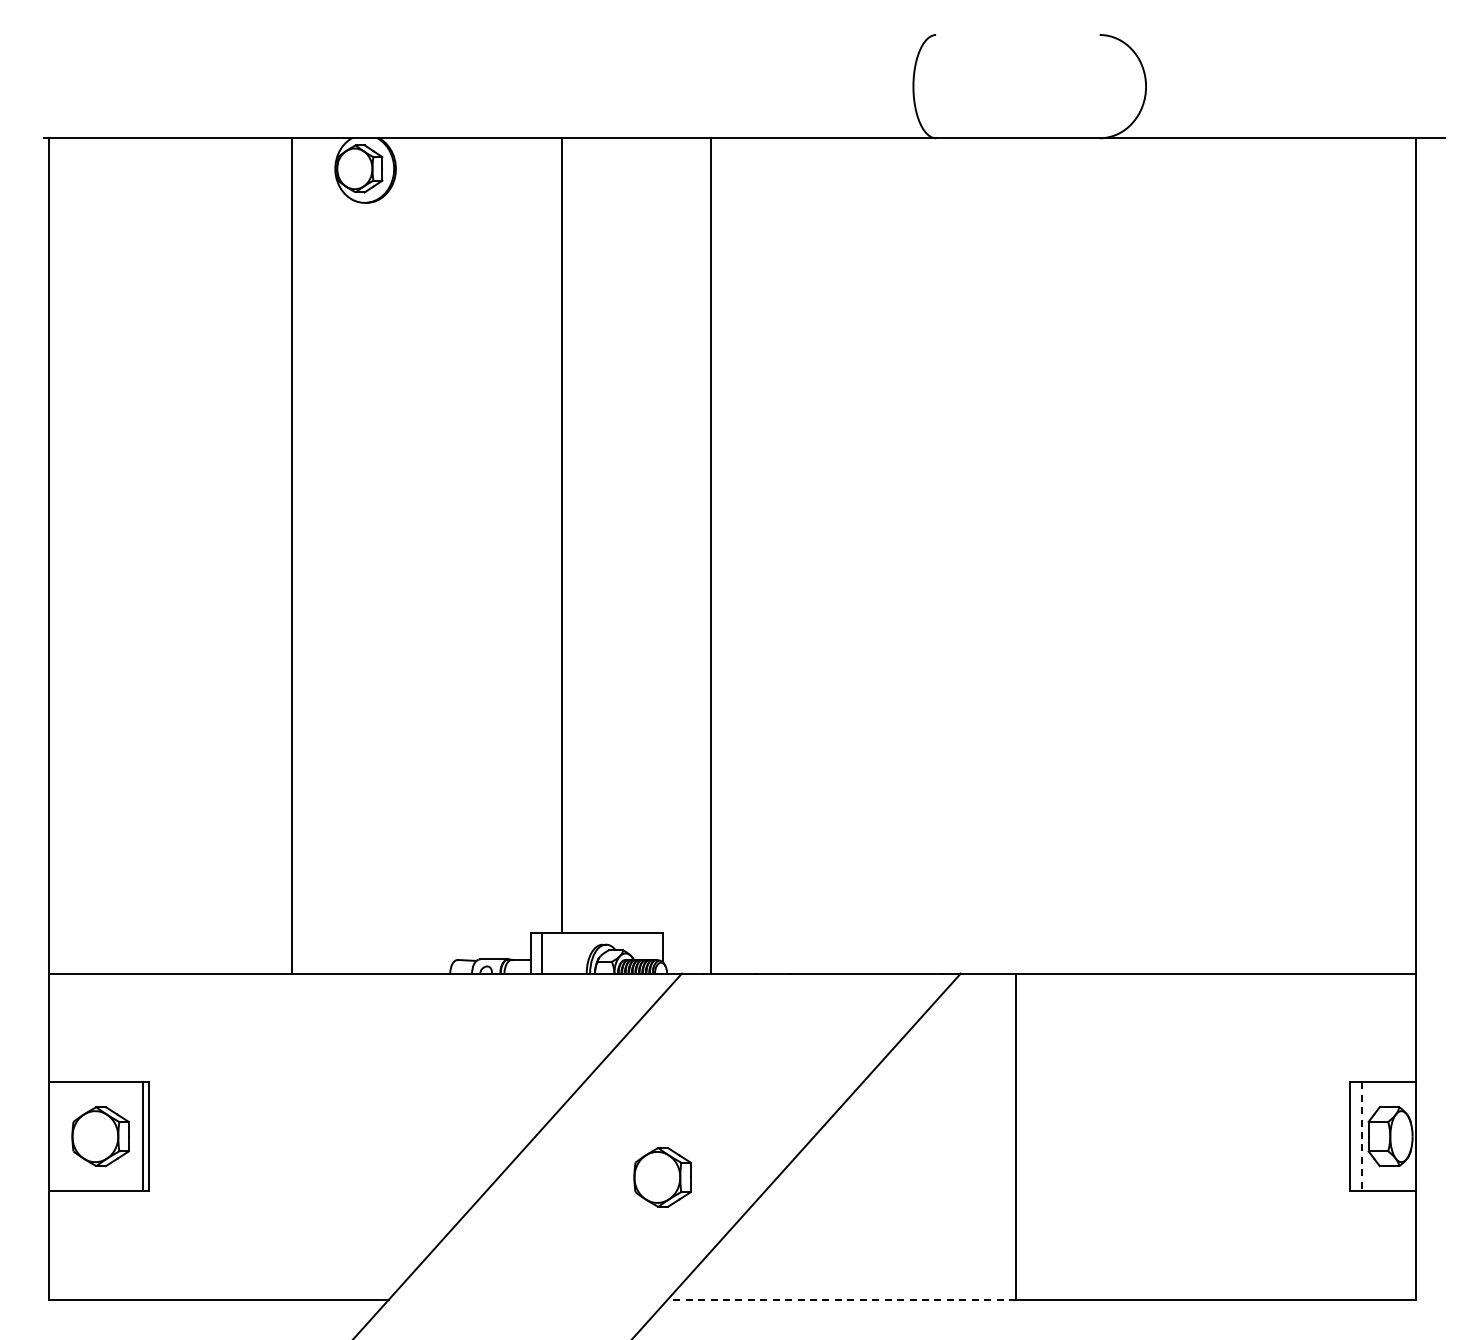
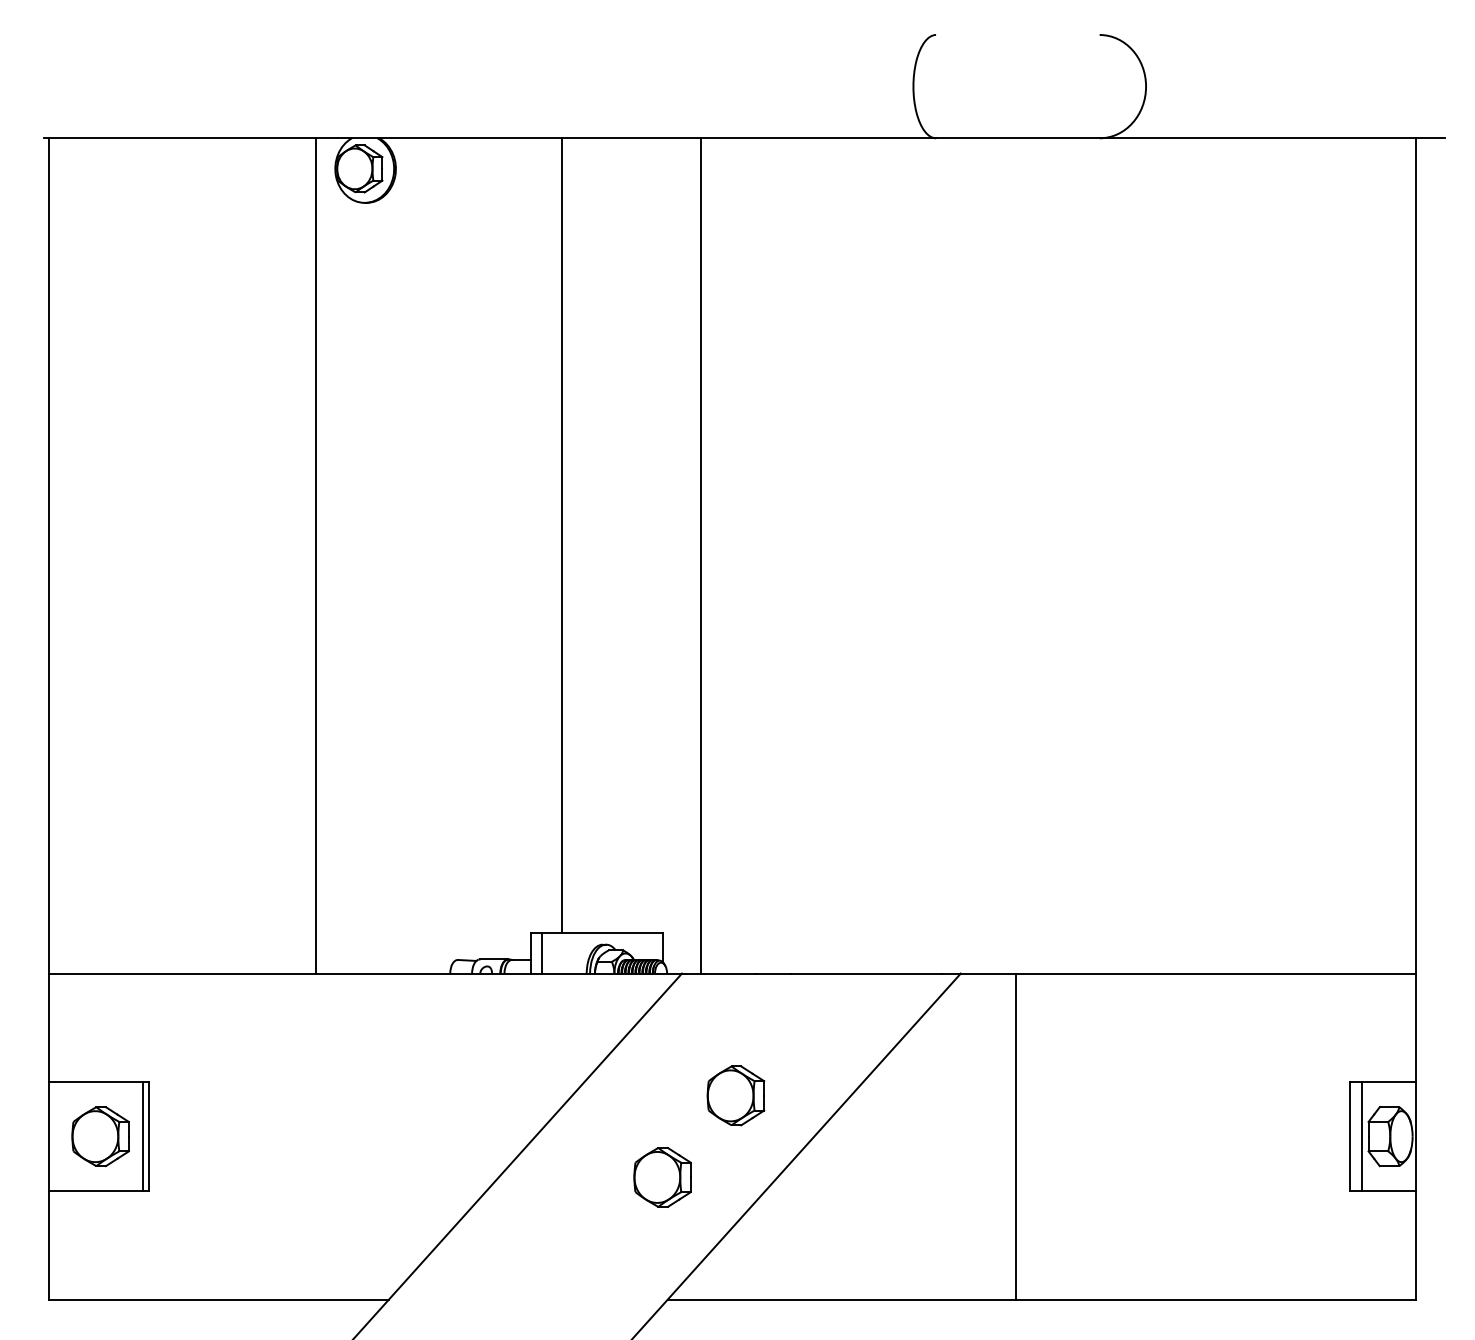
line at (291, 555) position: (291, 555) -> (315, 555)
line at (711, 555) position: (711, 555) -> (701, 555)
part at (735, 1095): none -> present
line at (1361, 1137): dashed -> solid
line at (841, 1299): dashed -> solid
